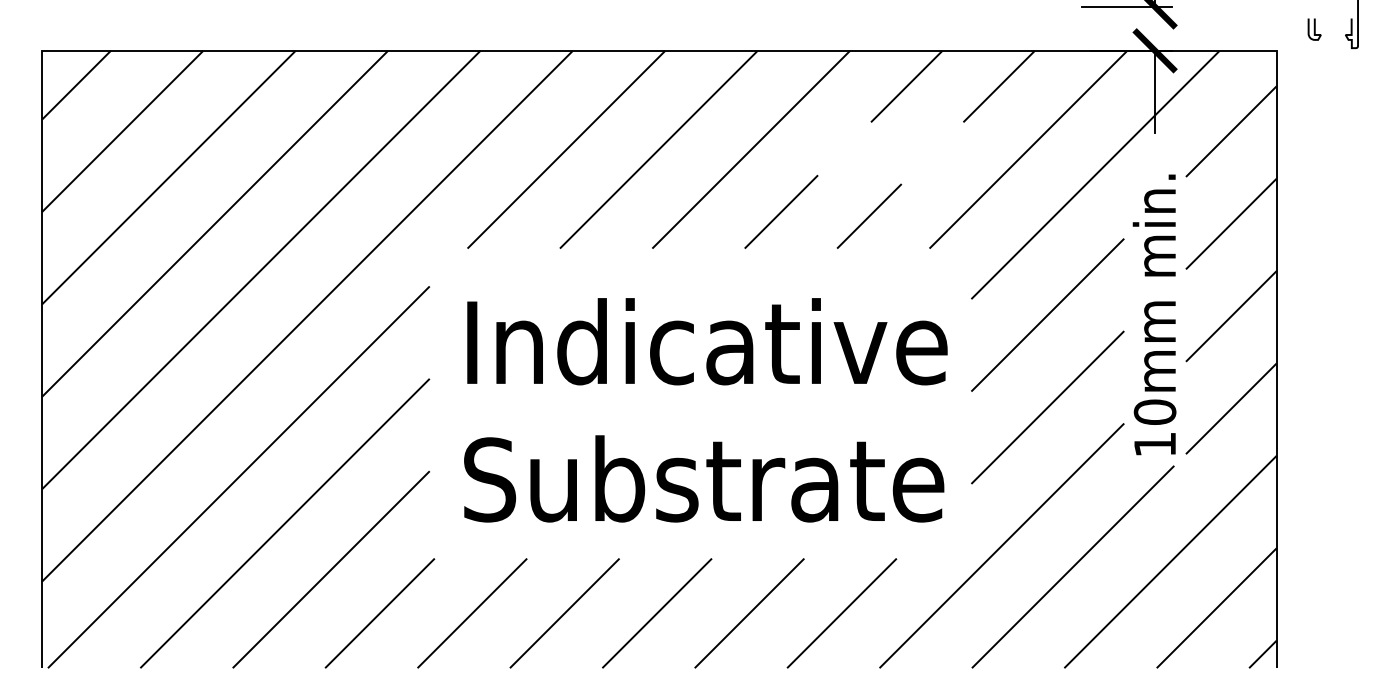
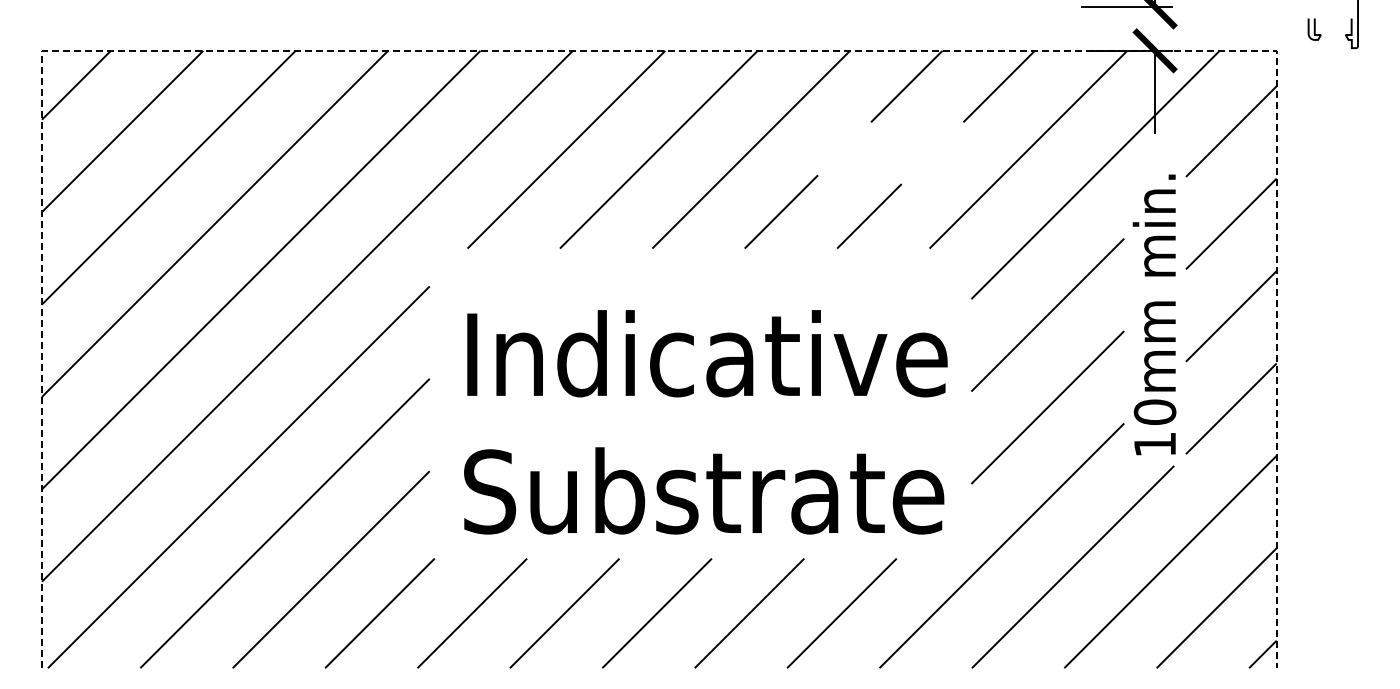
line at (659, 50): solid -> dashed
text at (705, 410) position: (705, 410) -> (705, 422)
